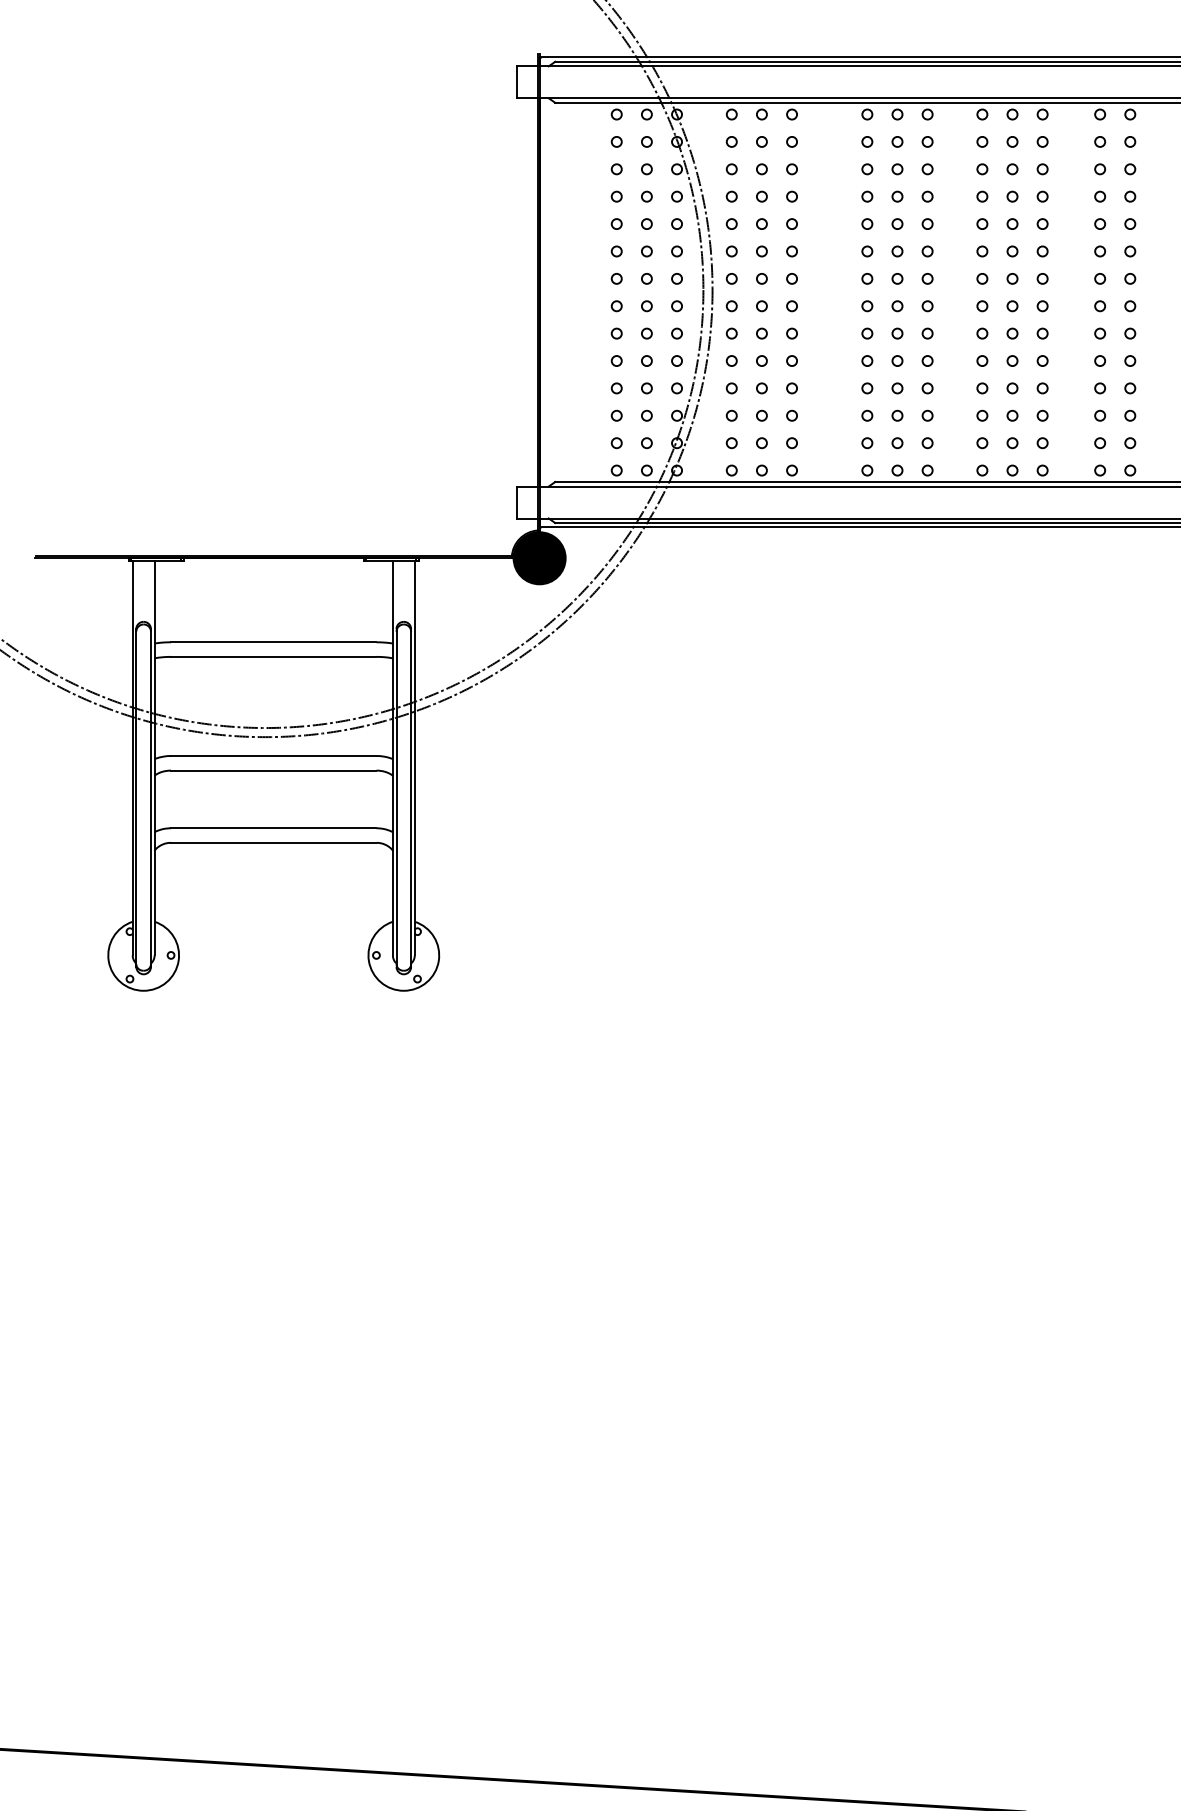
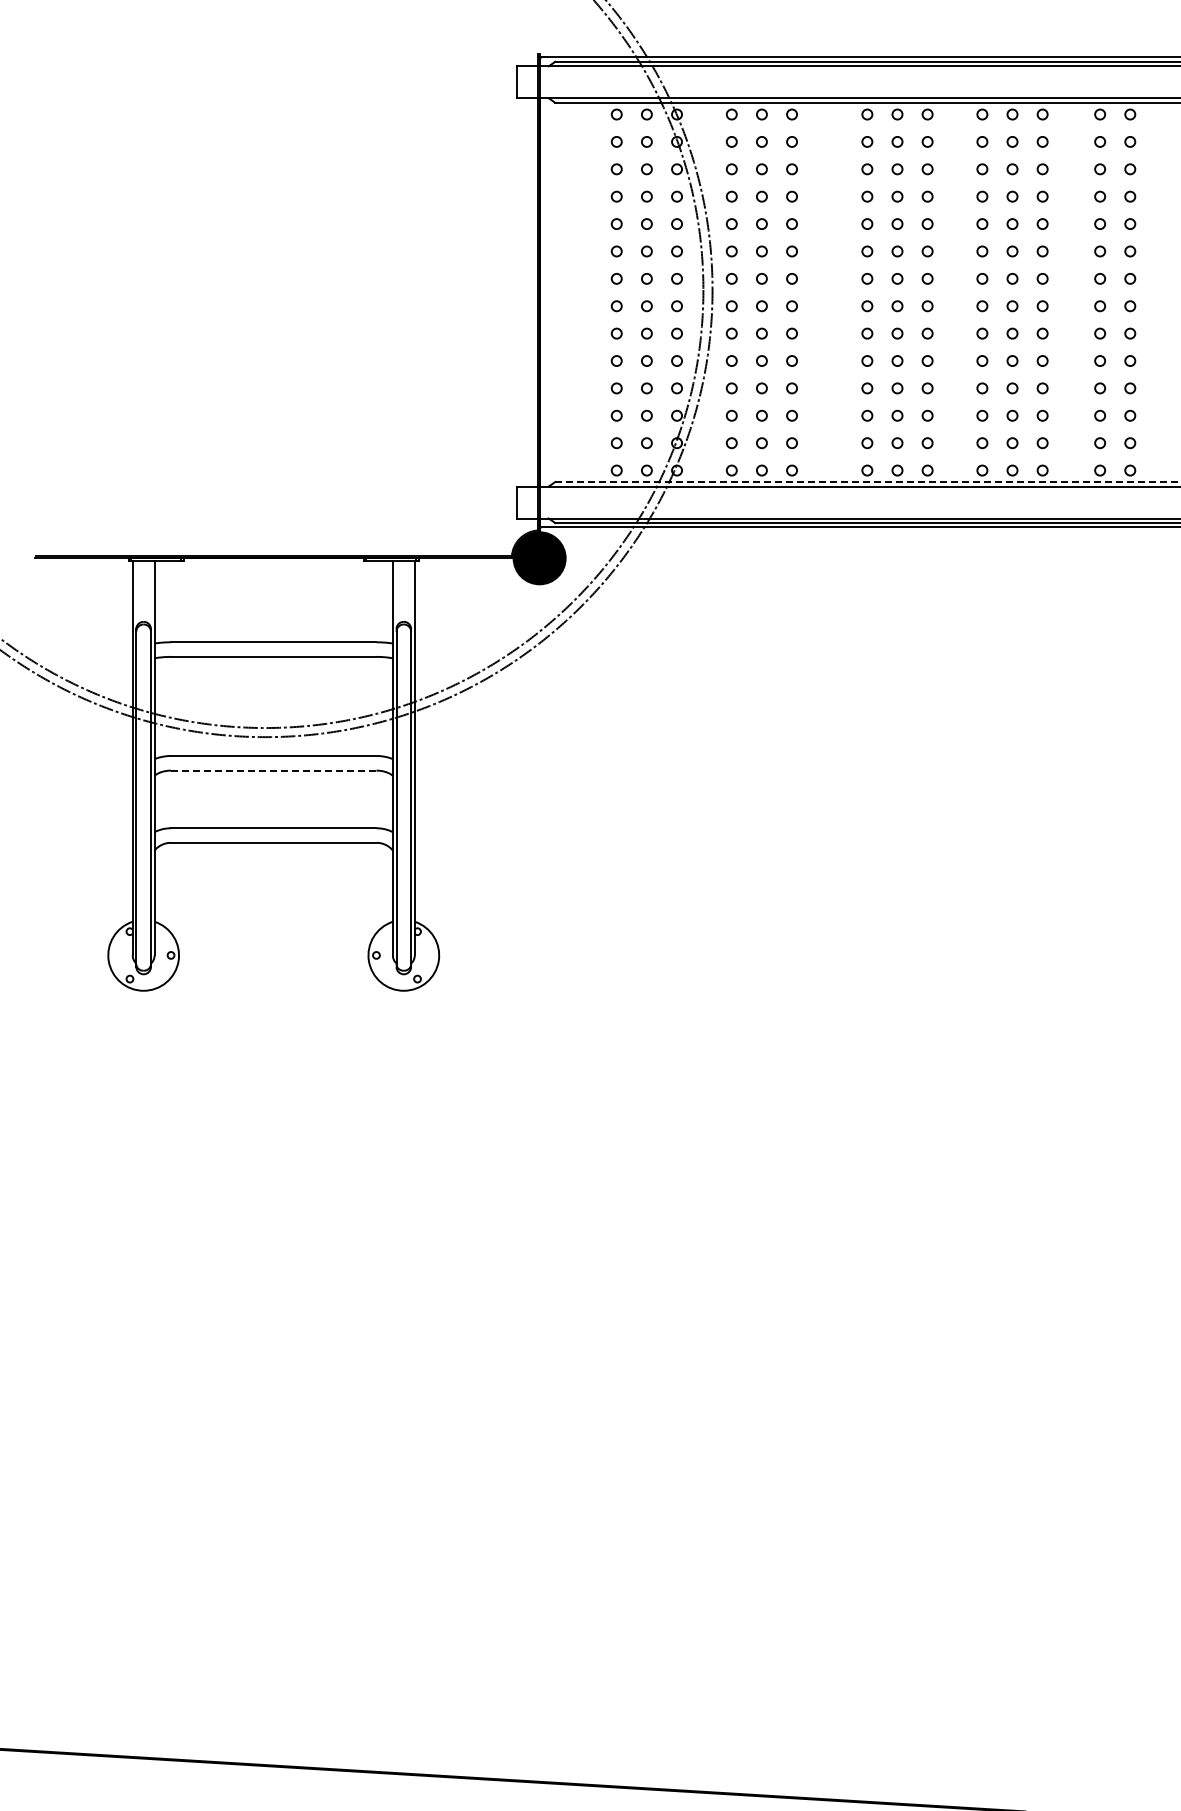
line at (868, 481): solid -> dashed
line at (273, 770): solid -> dashed
